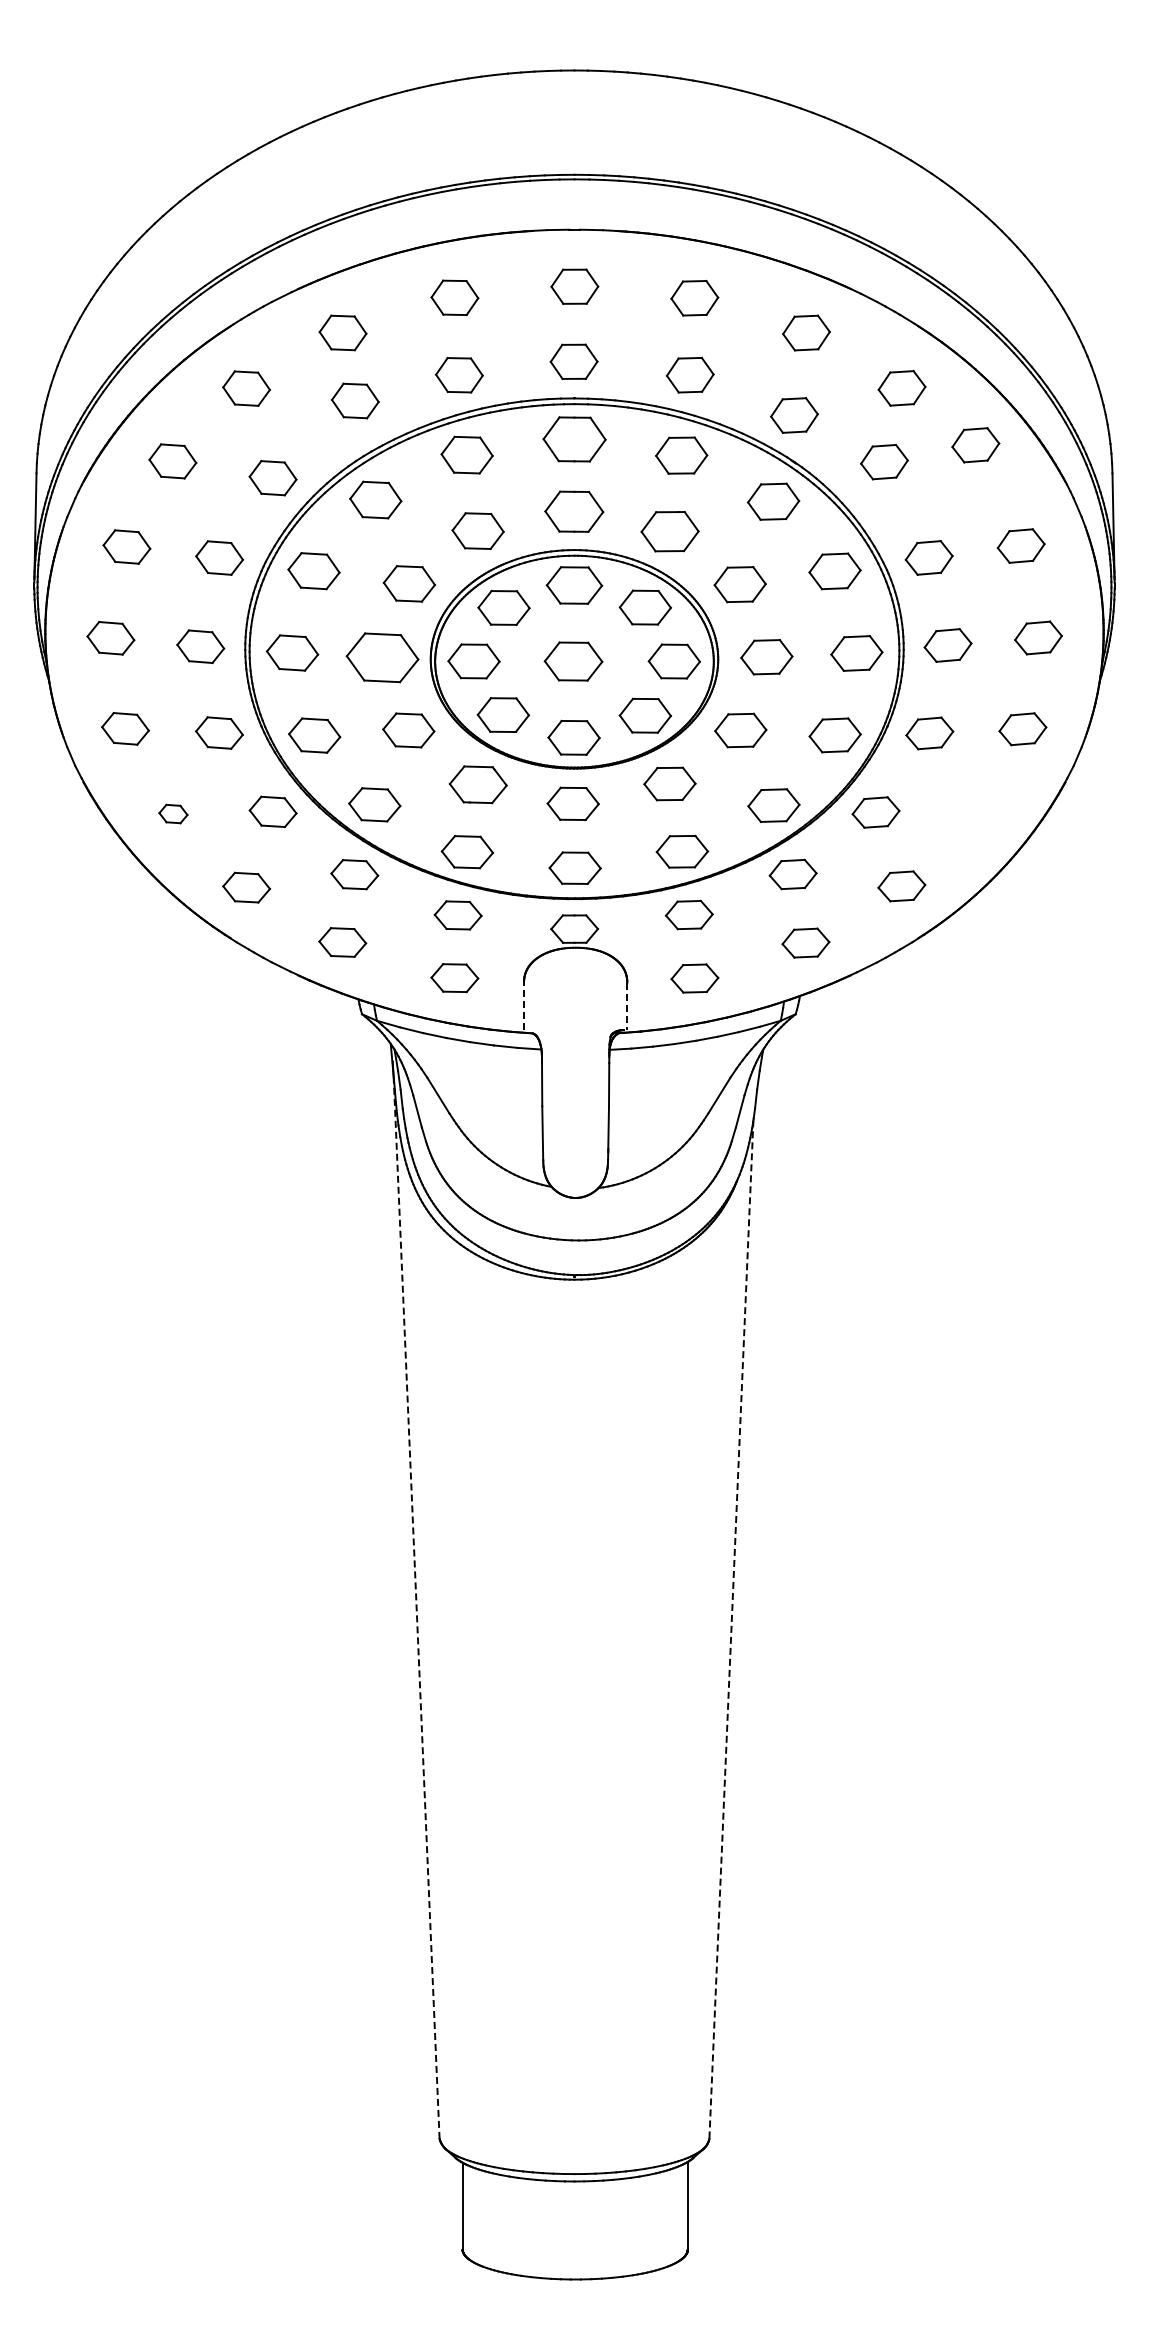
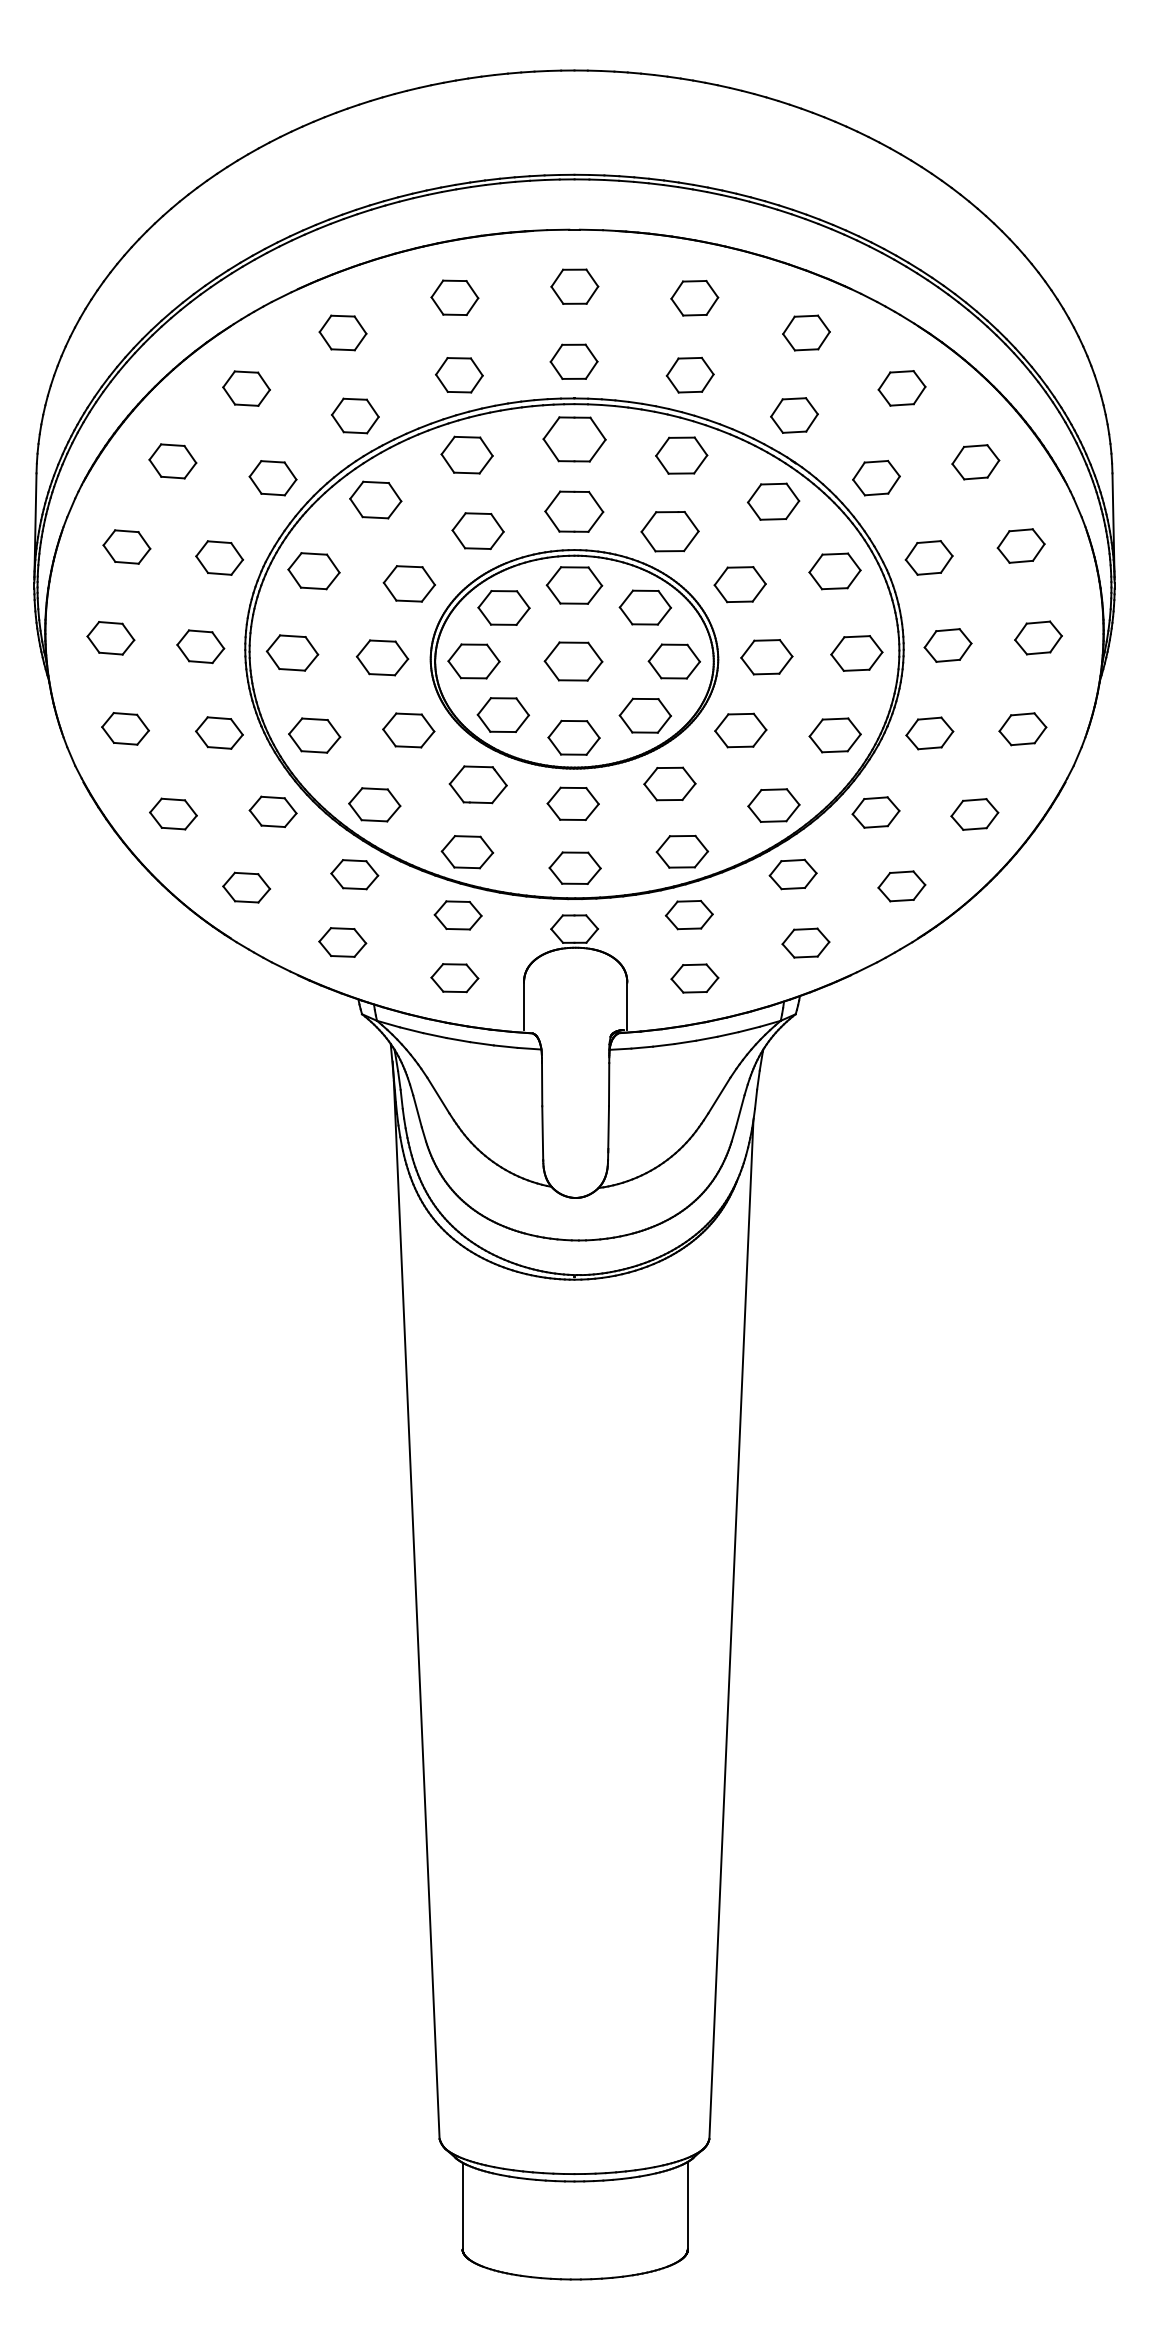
part at (355, 400) position: (355, 400) -> (355, 415)
part at (975, 445) position: (975, 445) -> (975, 462)
part at (884, 461) position: (884, 461) -> (876, 477)
part at (382, 657) size: 75x52 px -> 55x38 px
part at (173, 813) size: 31x22 px -> 49x34 px
part at (974, 814): none -> present
line at (524, 1006): dashed -> solid
line at (627, 1006): dashed -> solid
line at (416, 1609): dashed -> solid
line at (731, 1629): dashed -> solid
